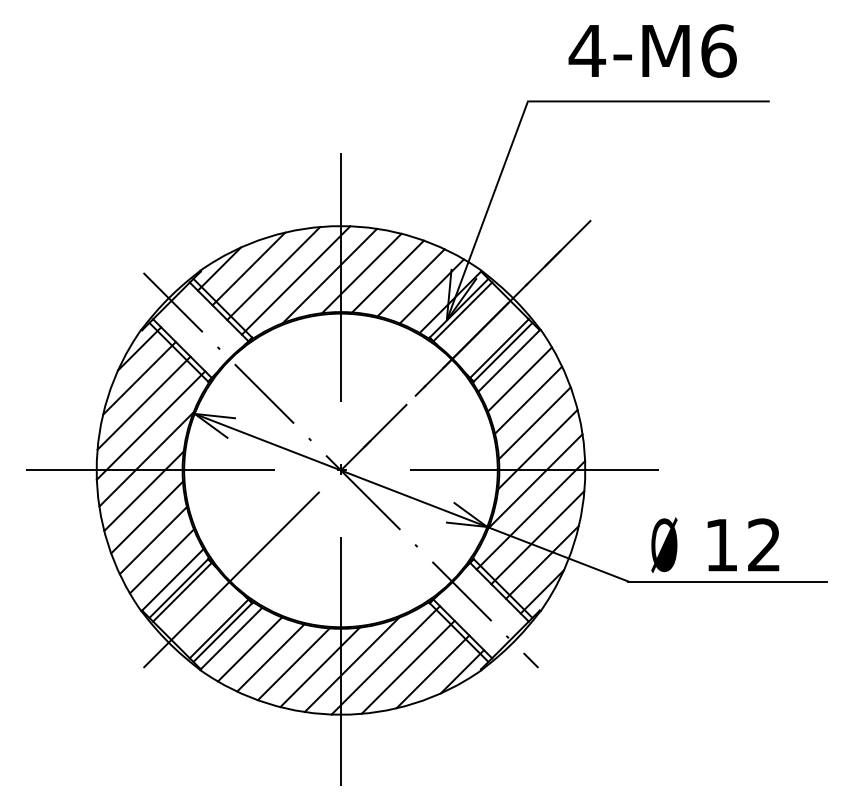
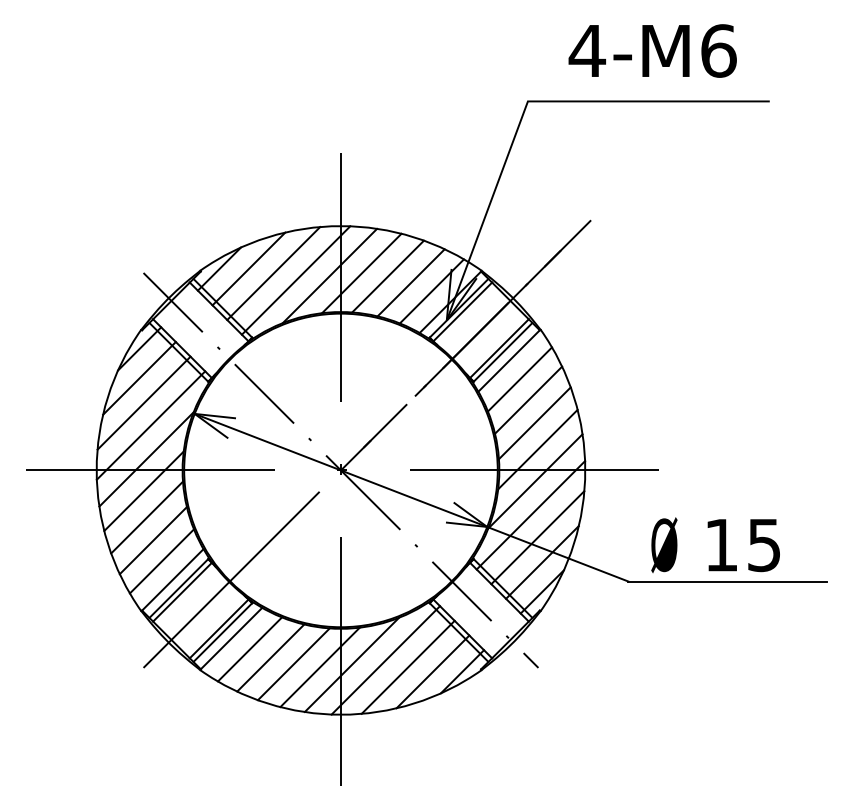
text at (763, 545): 12 -> 15
